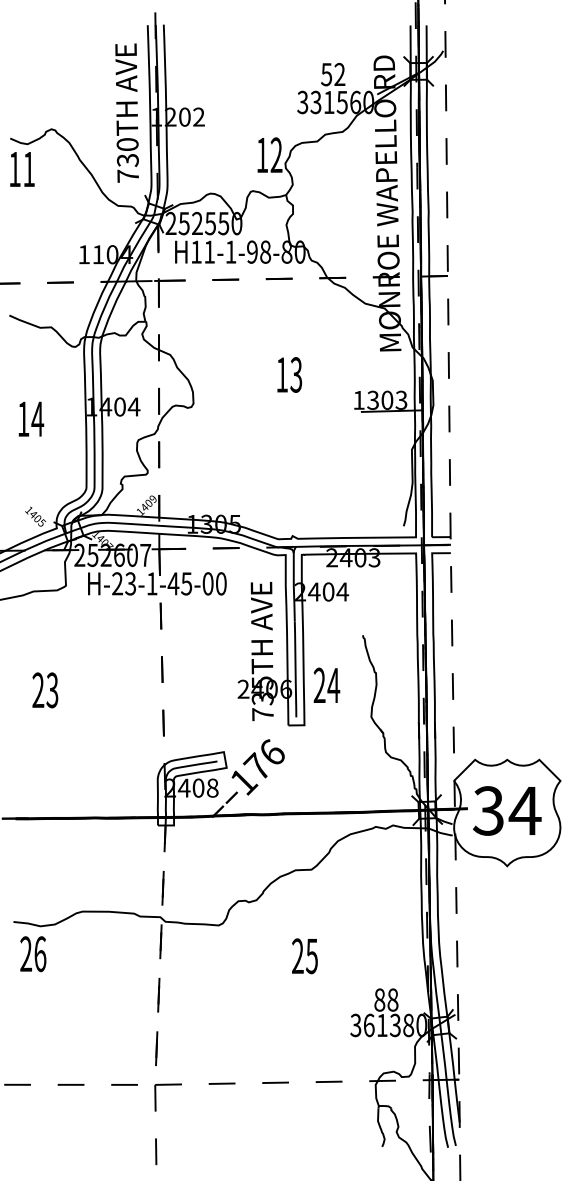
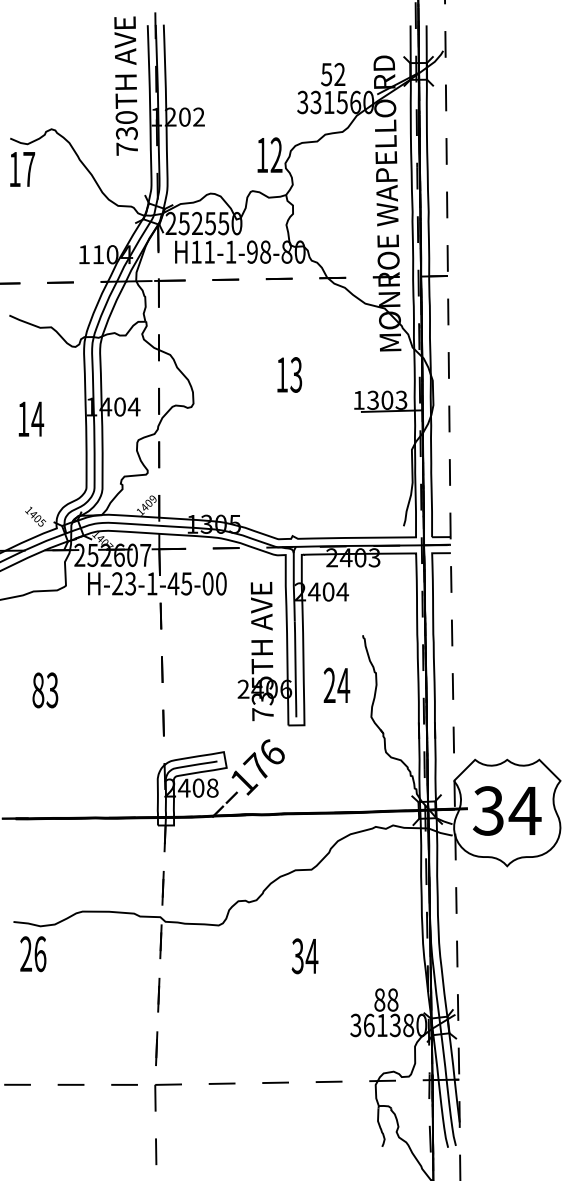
text at (126, 112) position: (126, 112) -> (125, 85)
text at (29, 169): 11 -> 17
text at (326, 684) position: (326, 684) -> (336, 684)
text at (38, 690): 23 -> 83
text at (304, 956): 25 -> 34
